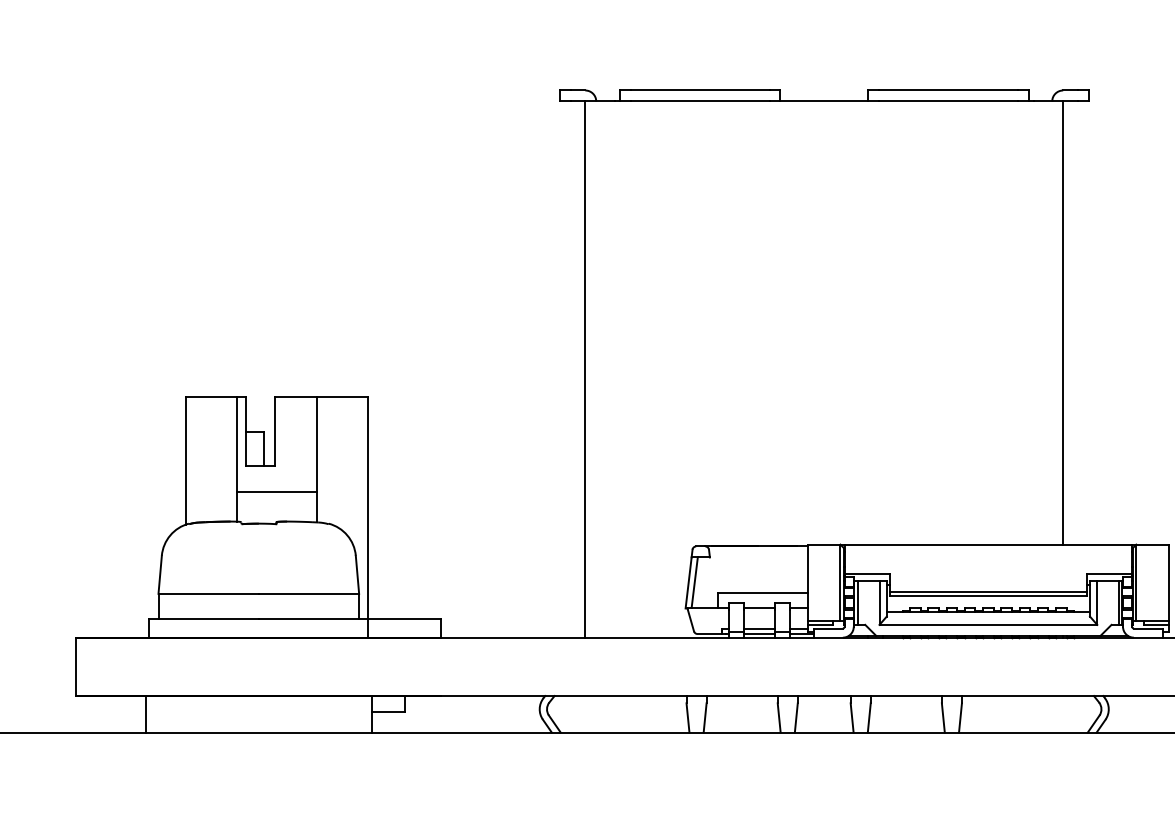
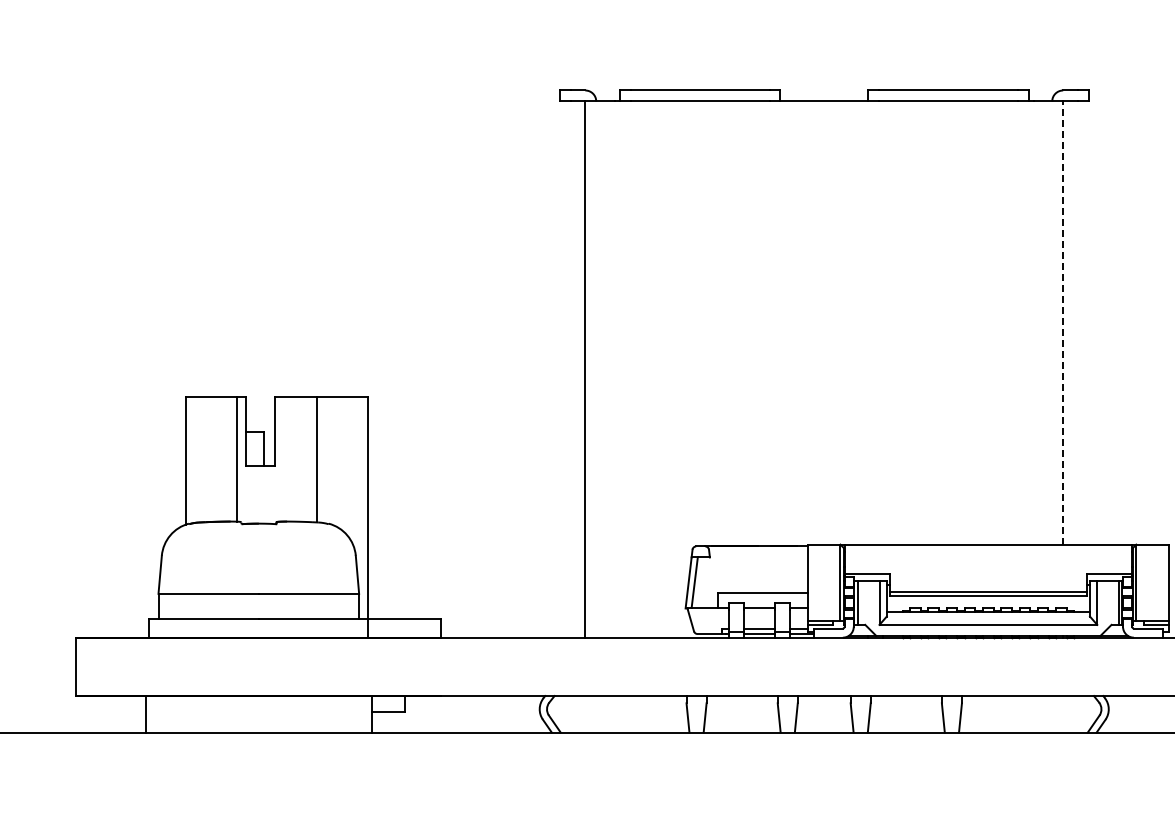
line at (1063, 323): solid -> dashed
line at (276, 491): present -> none
